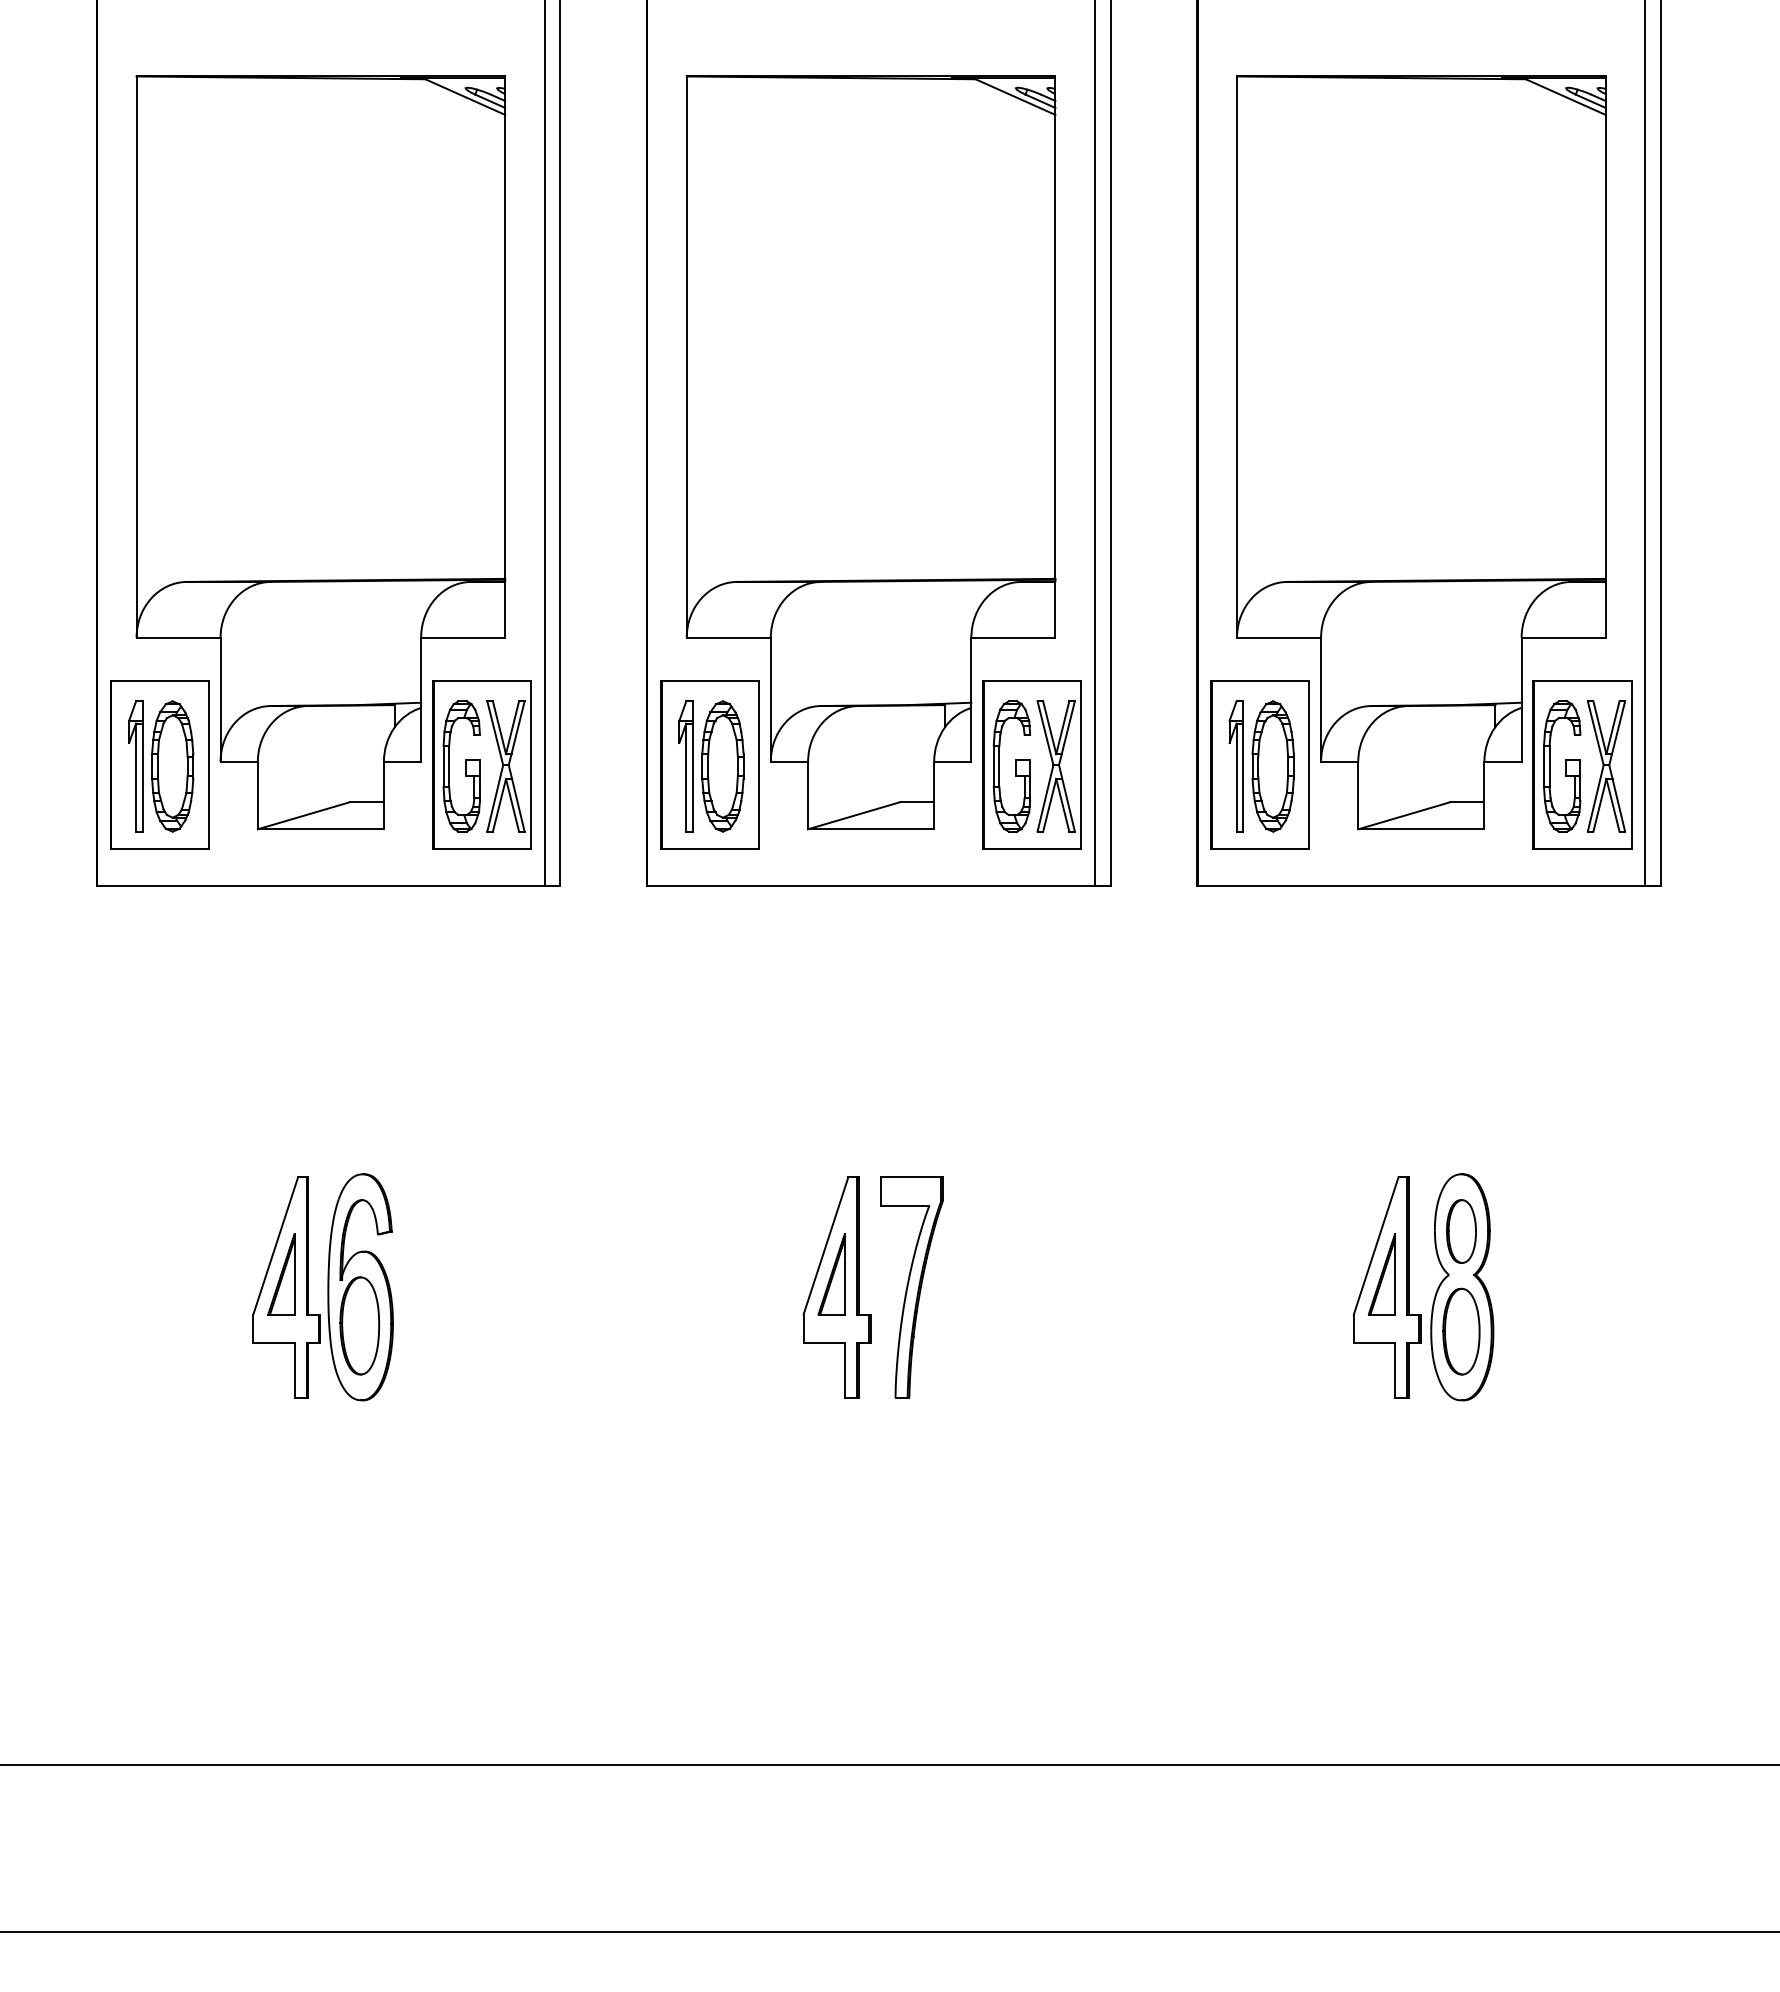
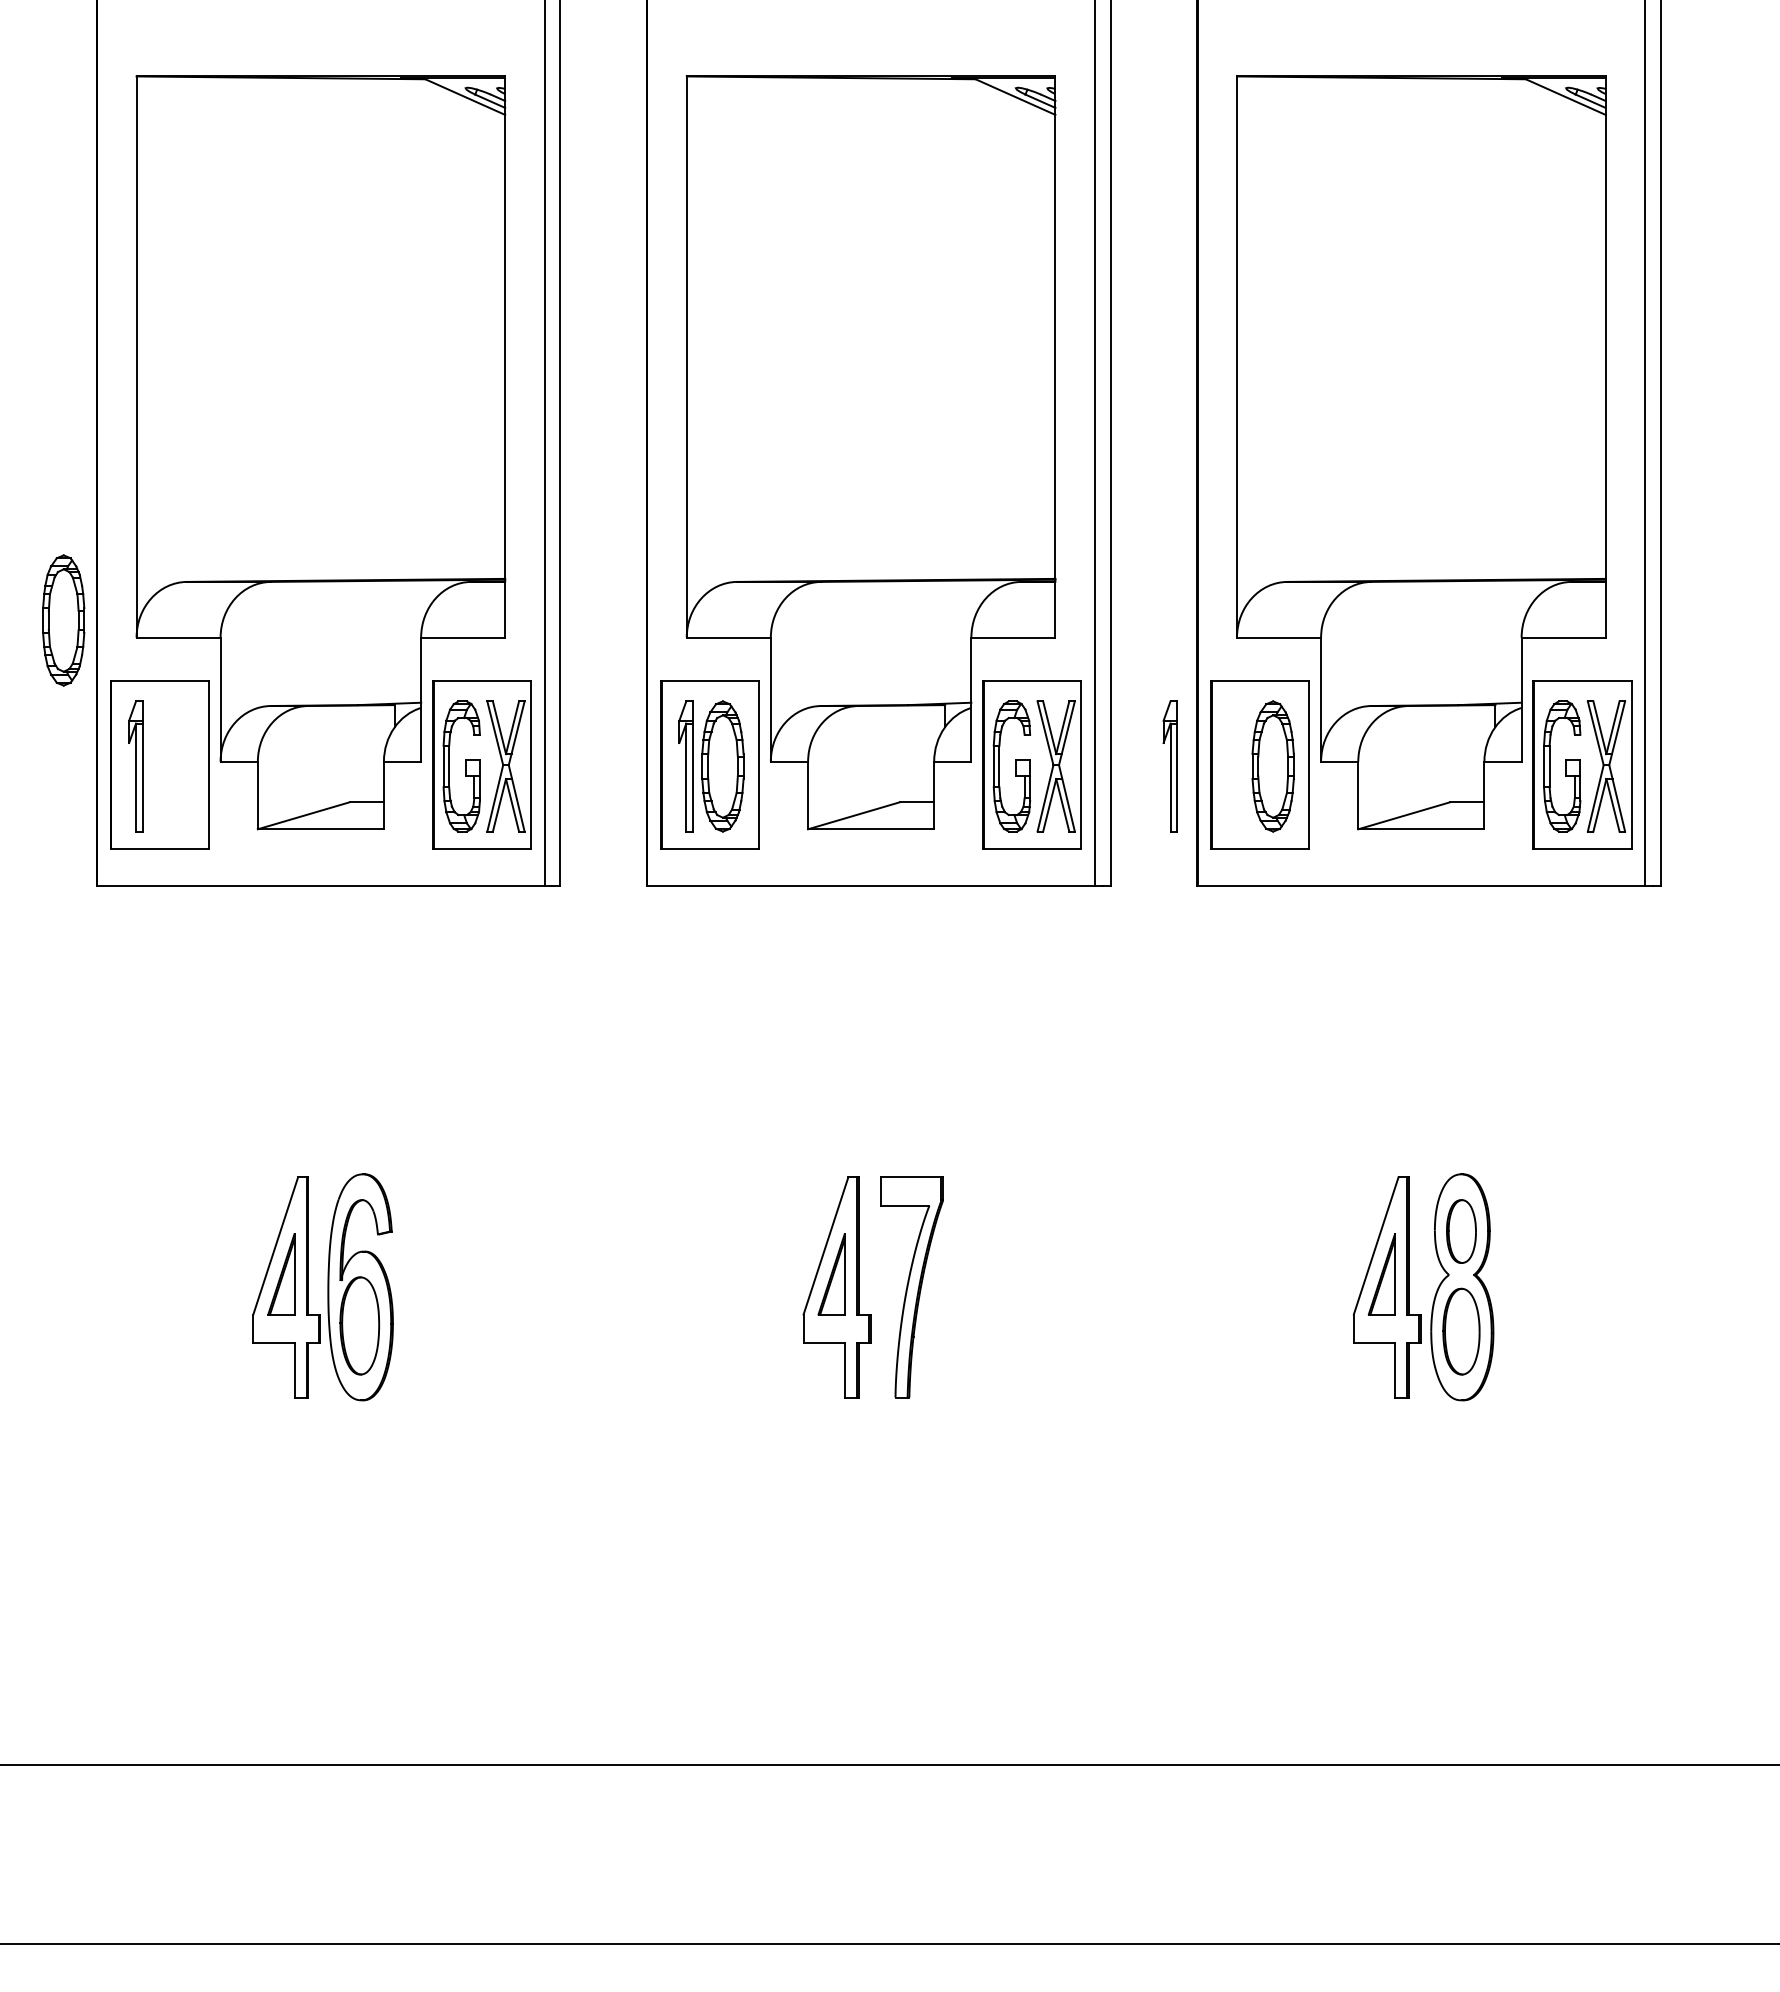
part at (172, 766) position: (172, 766) -> (63, 620)
part at (1235, 766) position: (1235, 766) -> (1169, 766)
line at (889, 1932) position: (889, 1932) -> (889, 1944)
